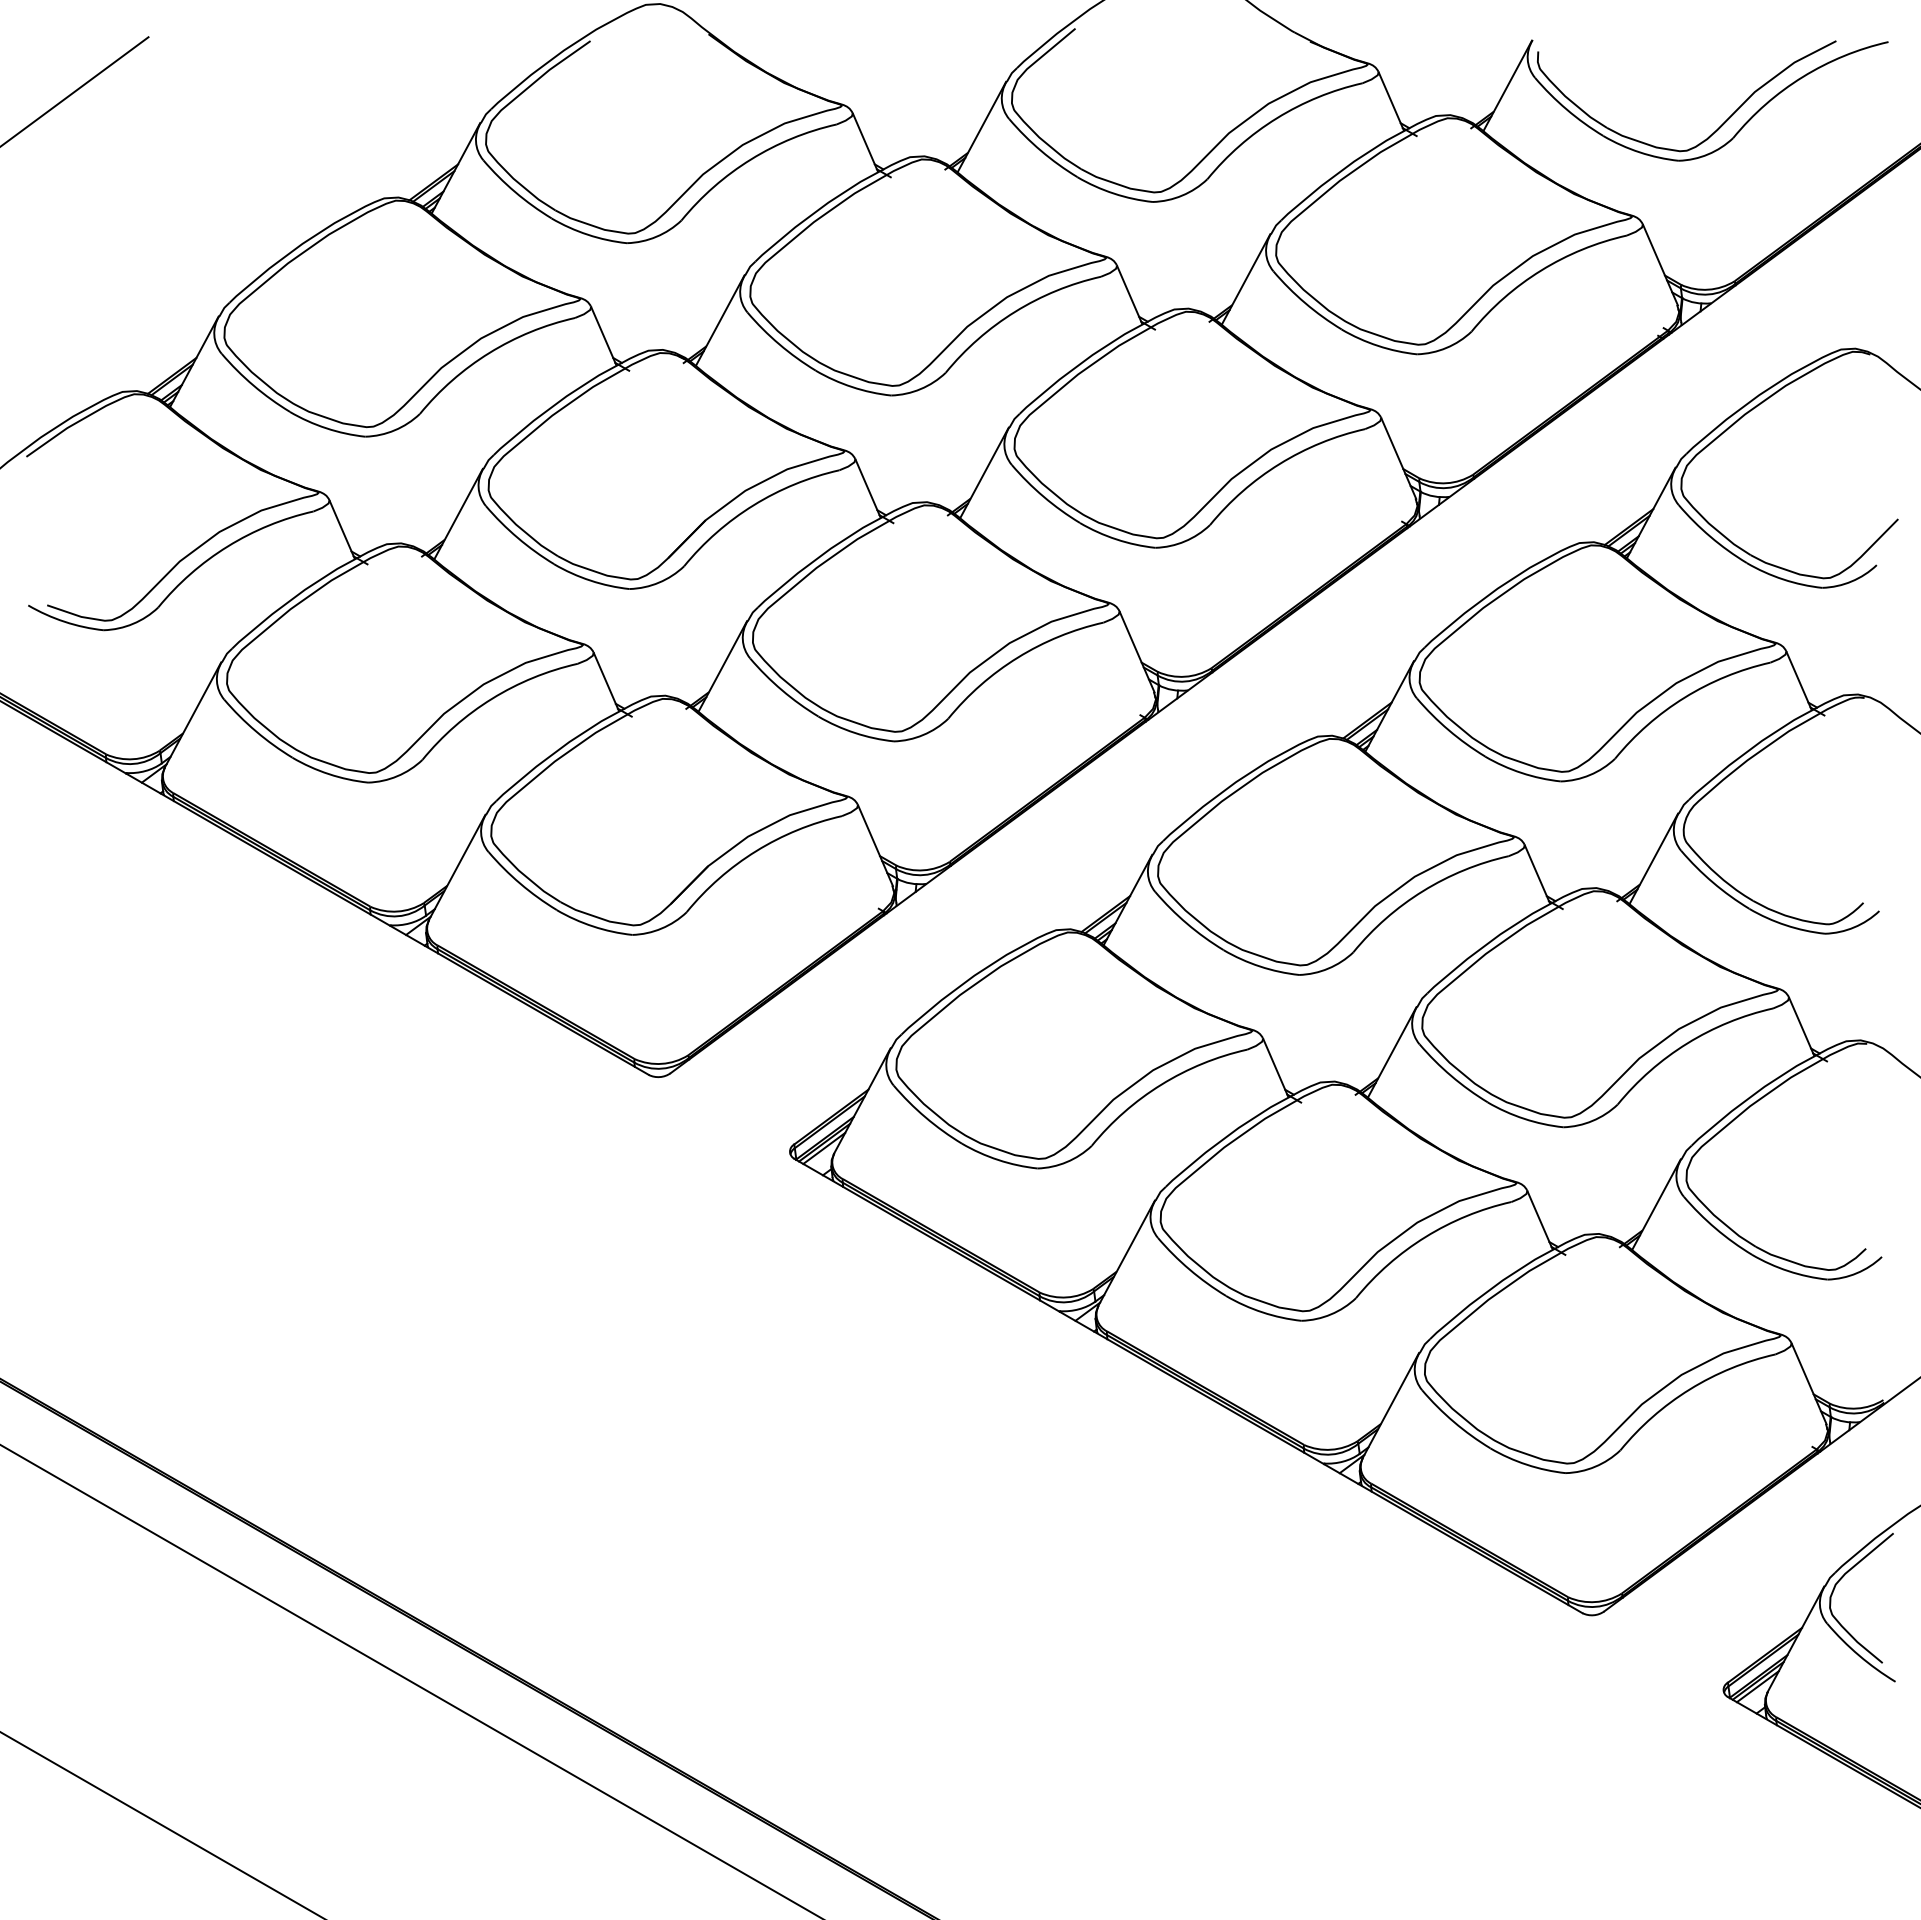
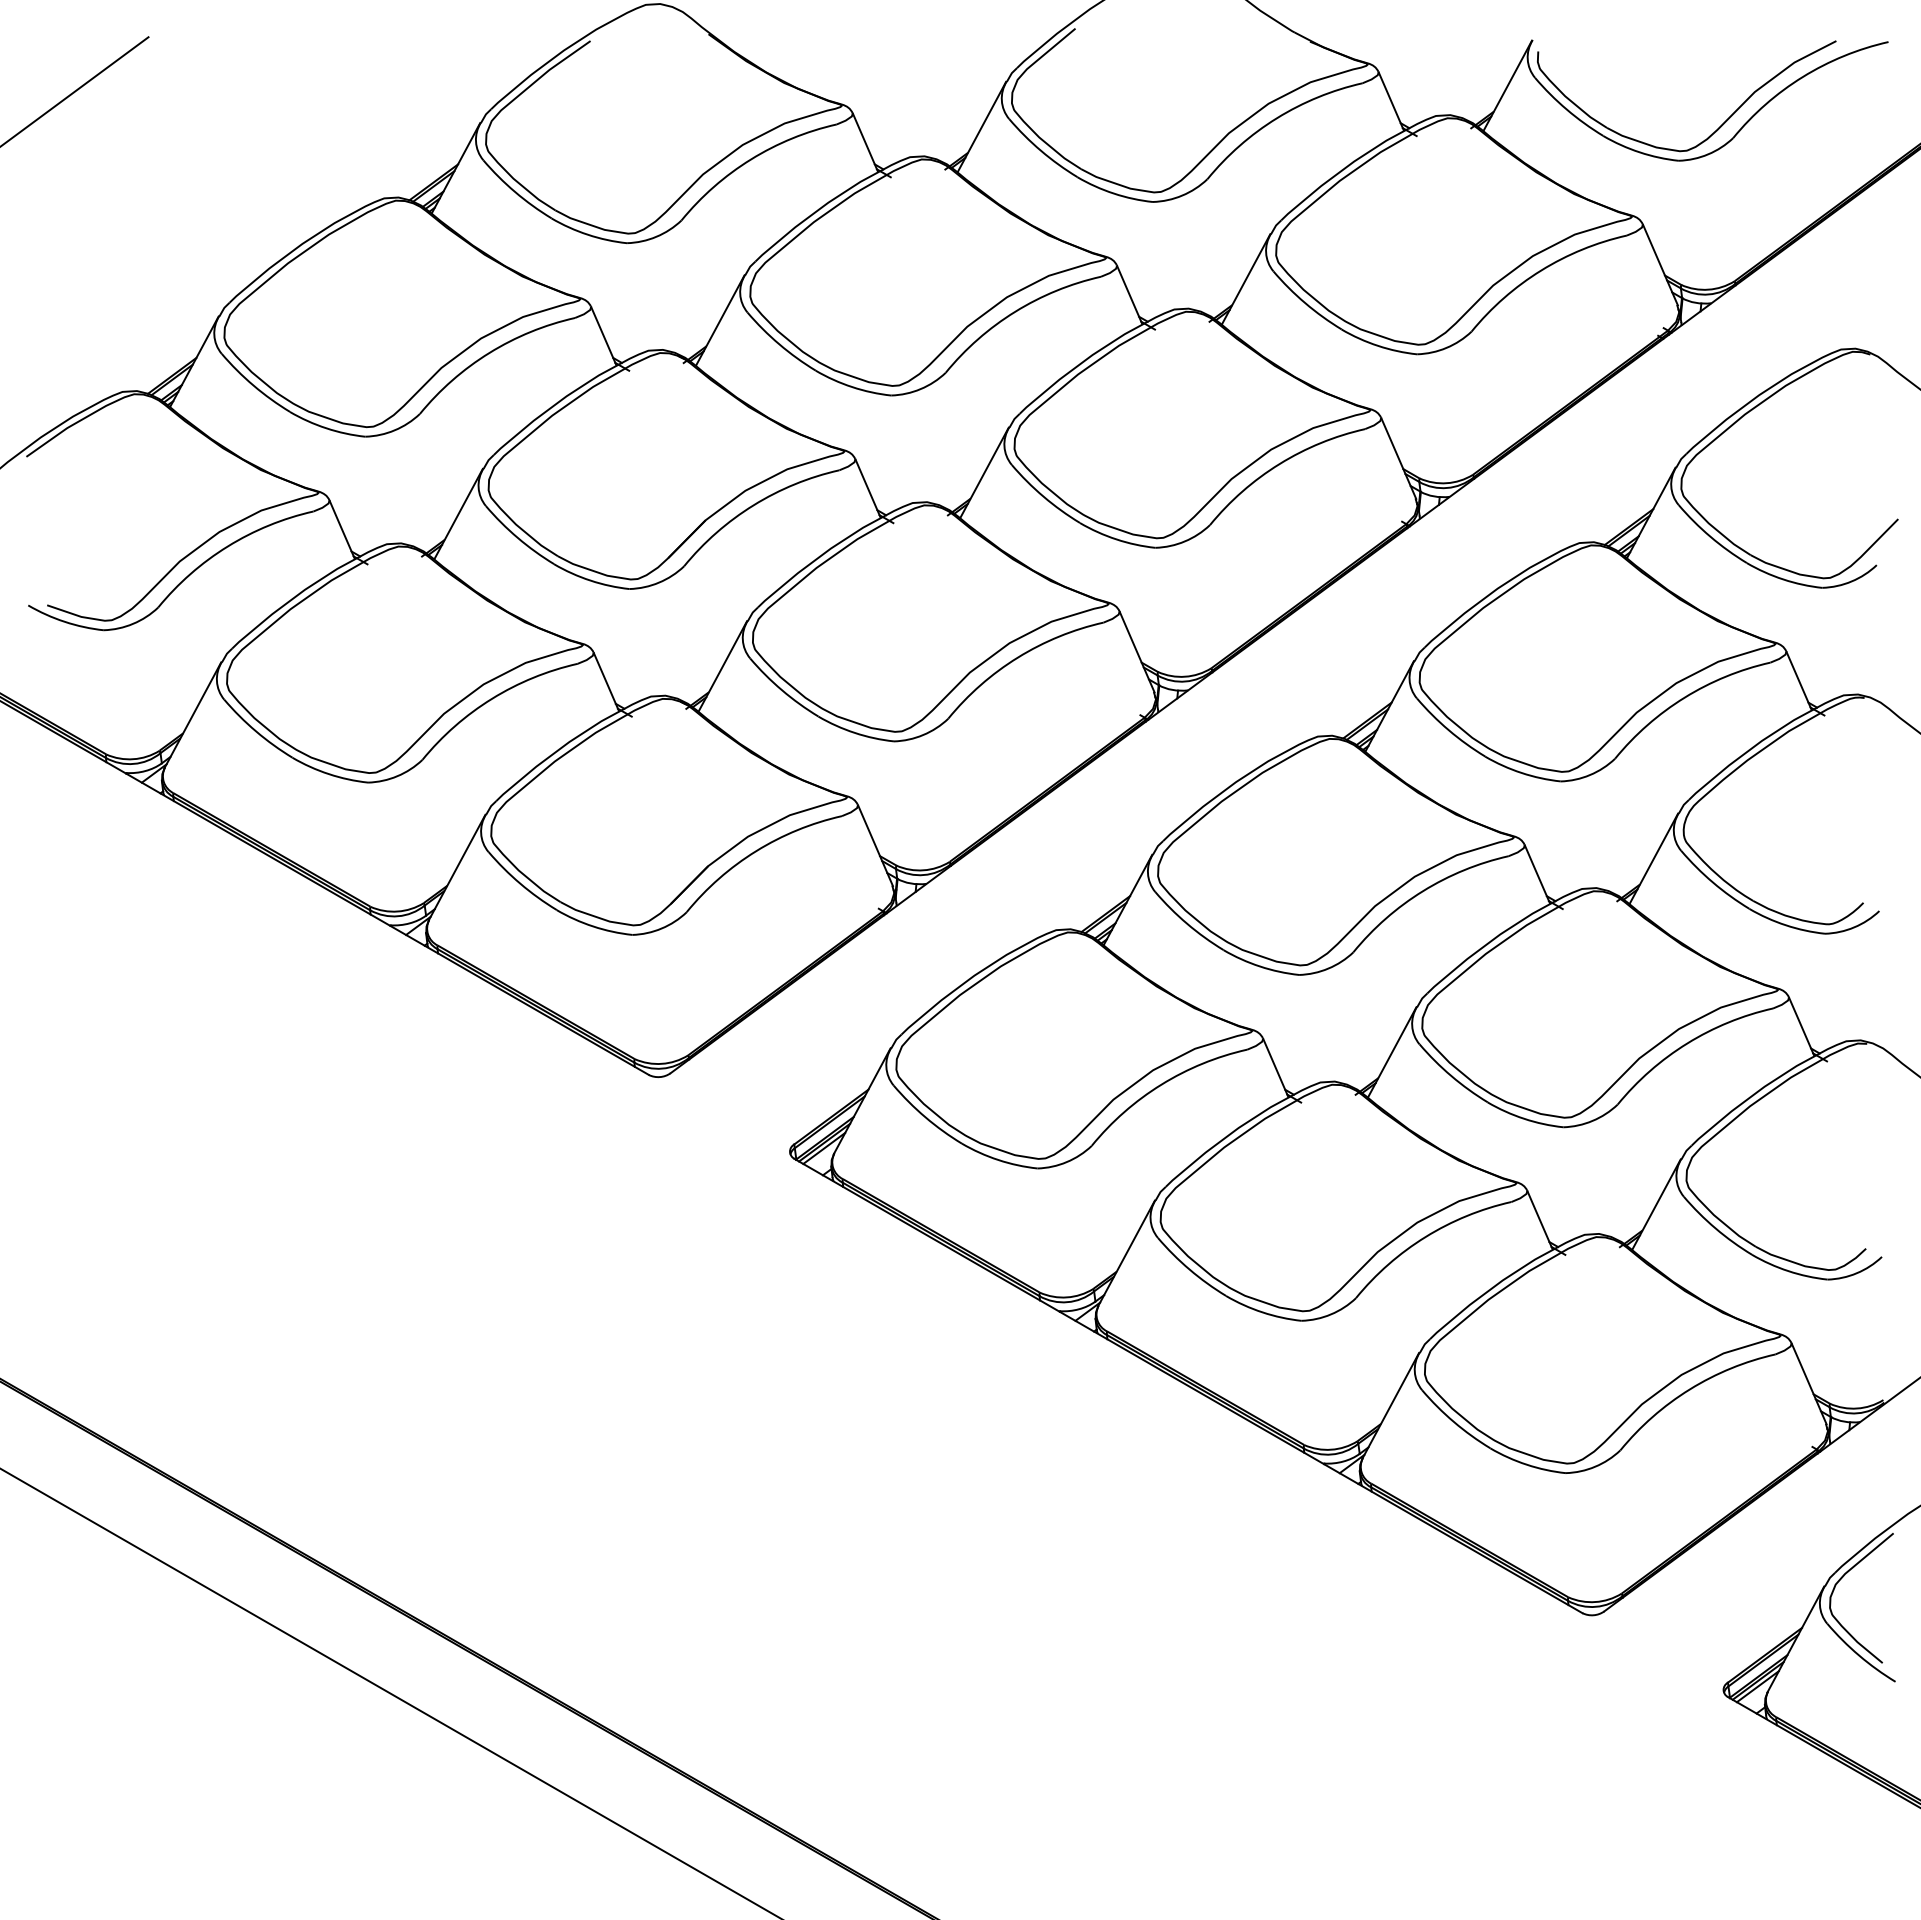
line at (410, 1681) position: (410, 1681) -> (389, 1692)
line at (161, 1824): present -> none
